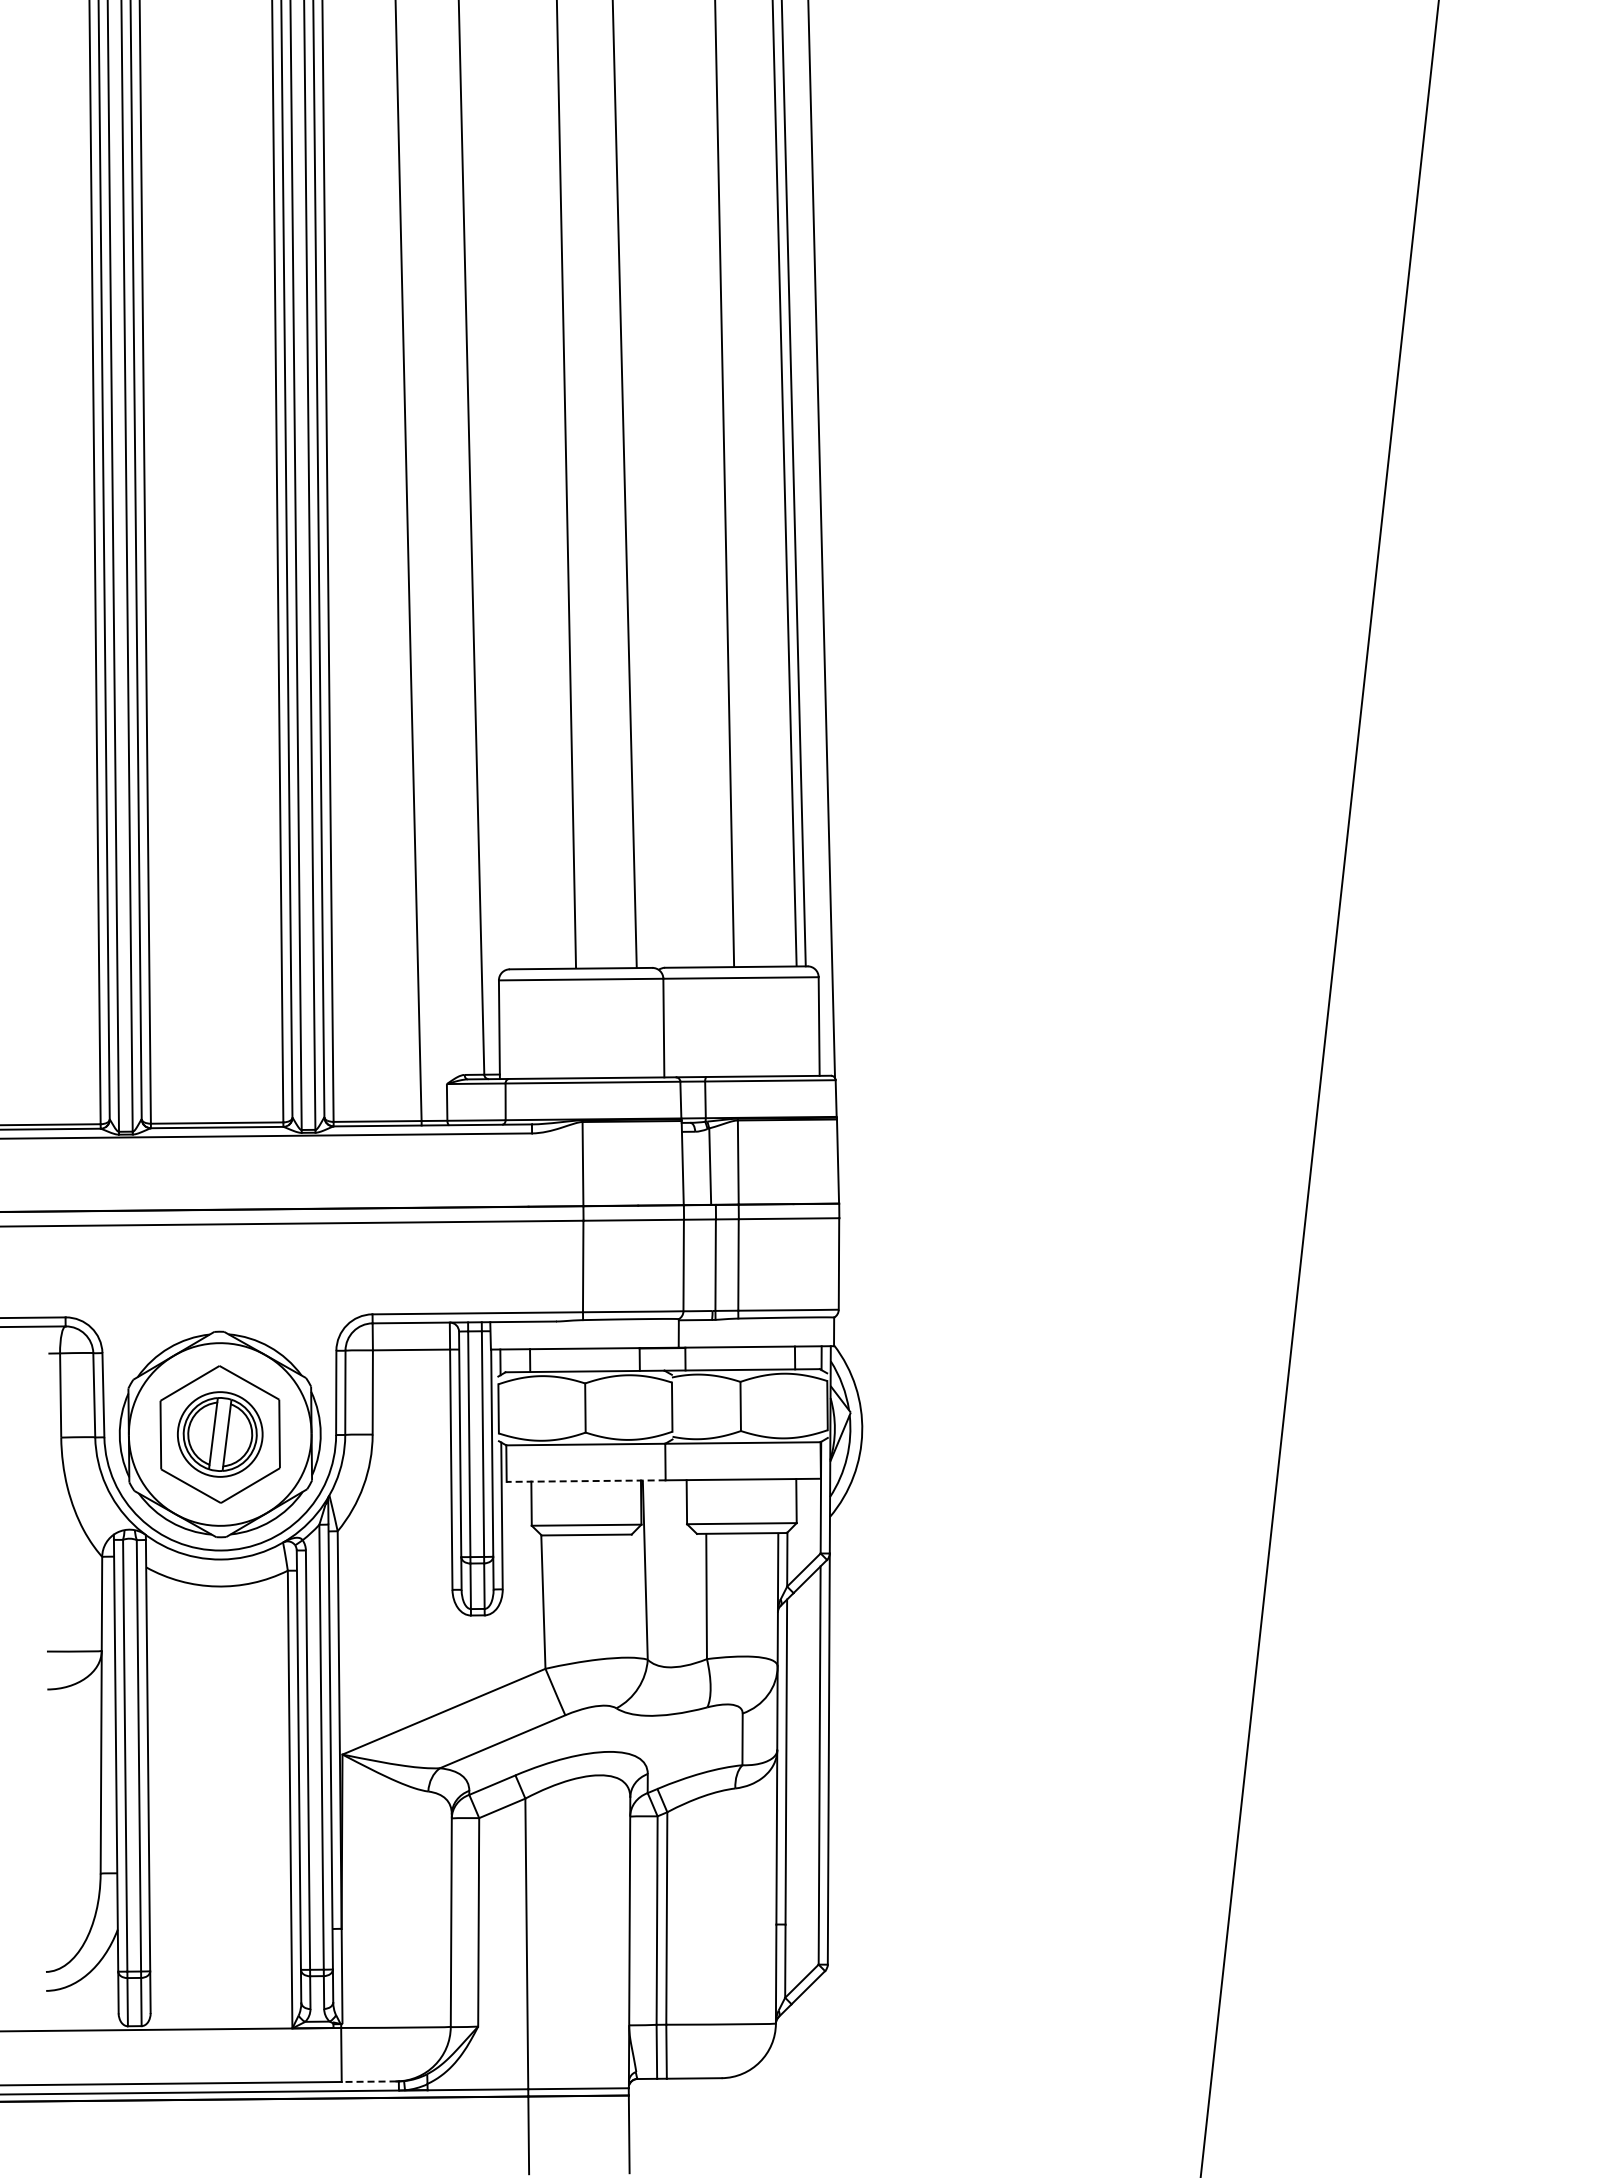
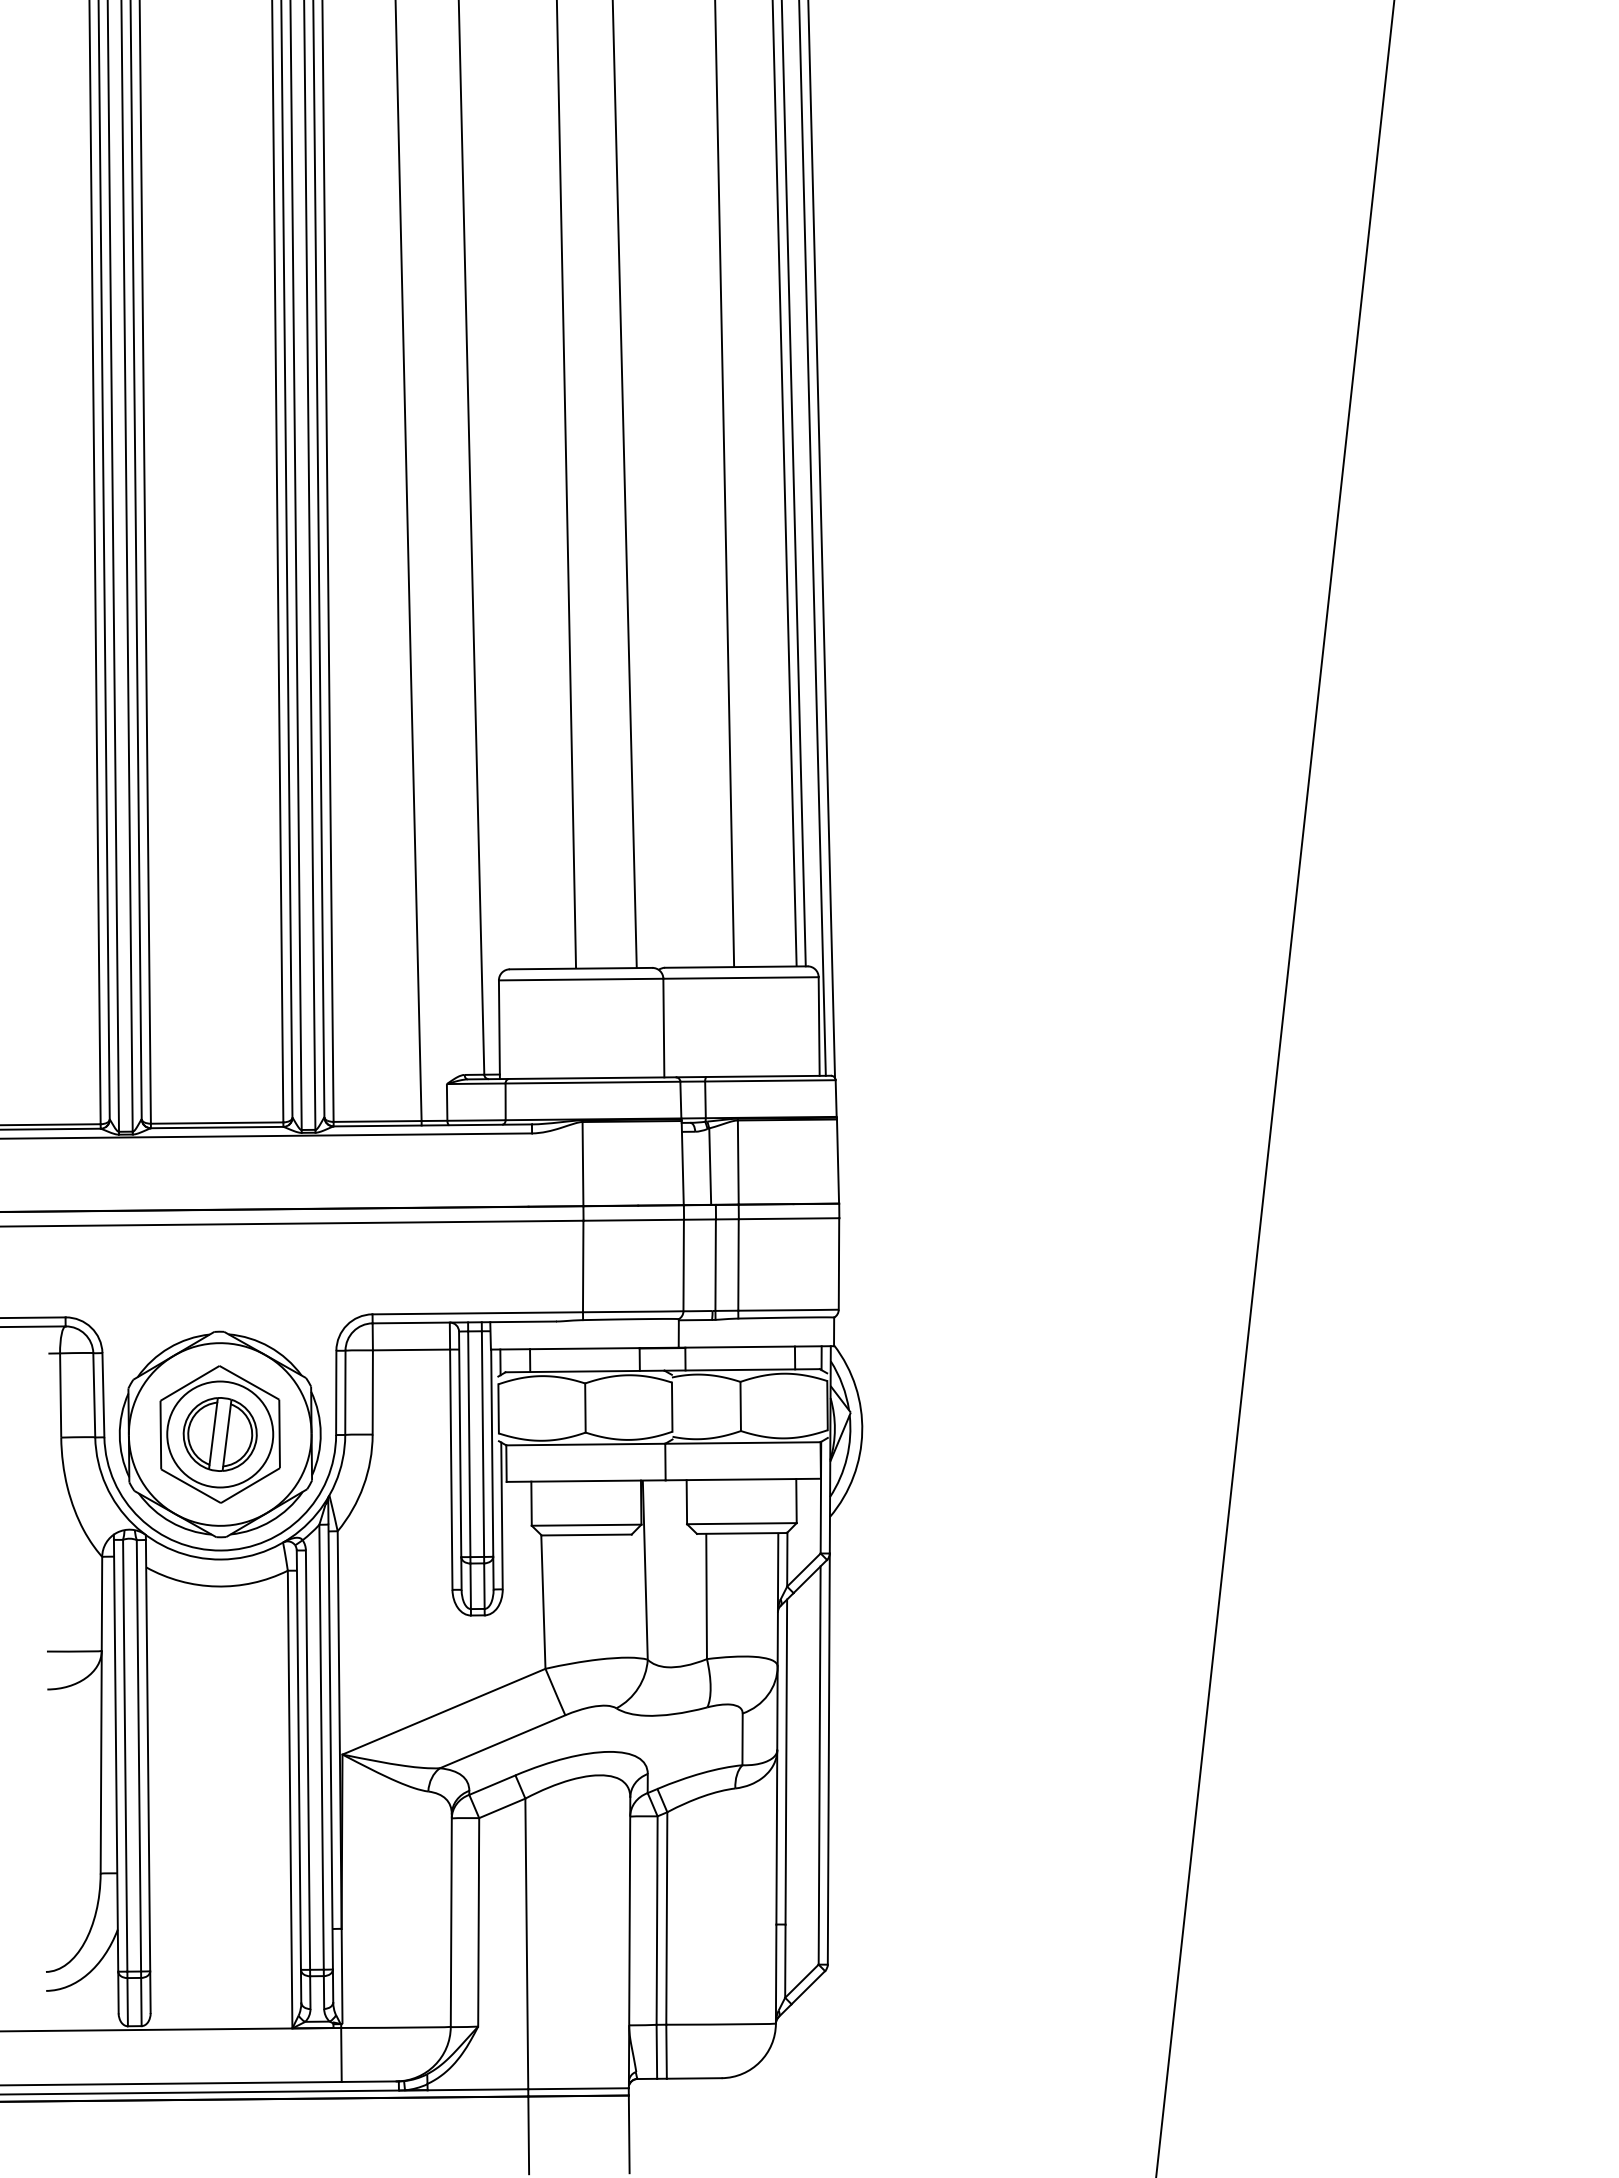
line at (812, 538): none -> present
line at (1319, 1088) position: (1319, 1088) -> (1275, 1088)
circle at (219, 1434) diameter: 85 px -> 106 px
line at (585, 1481): dashed -> solid
line at (368, 2081): dashed -> solid
